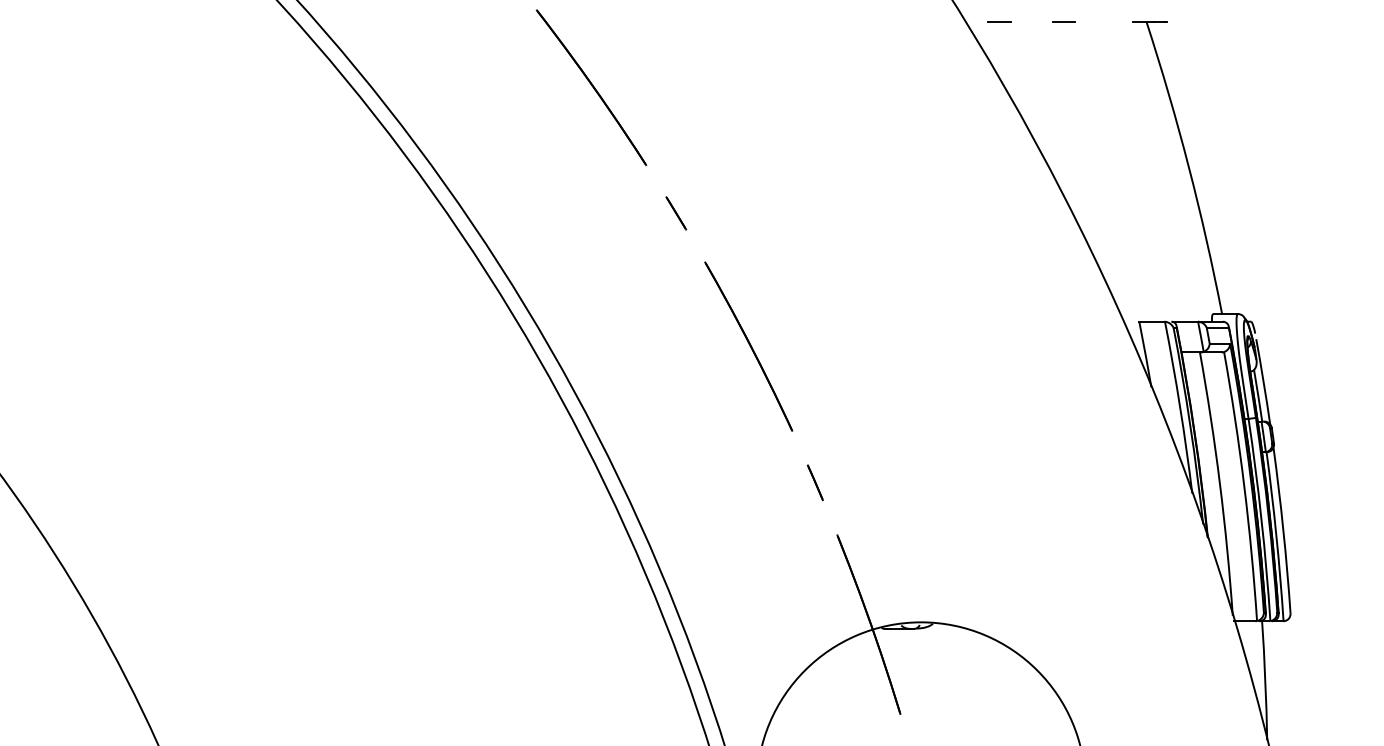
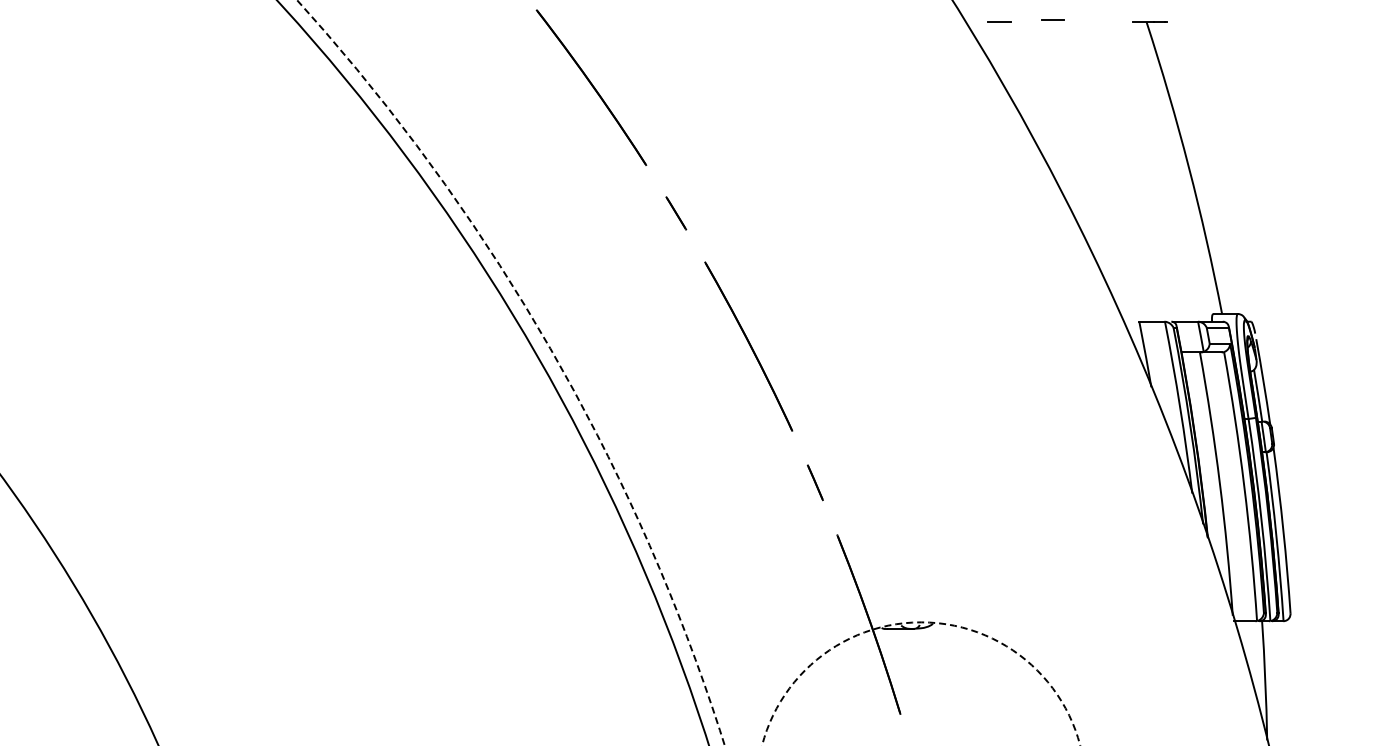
line at (1063, 21) position: (1063, 21) -> (1052, 19)
circle at (510, 372): solid -> dashed
circle at (920, 683): solid -> dashed
